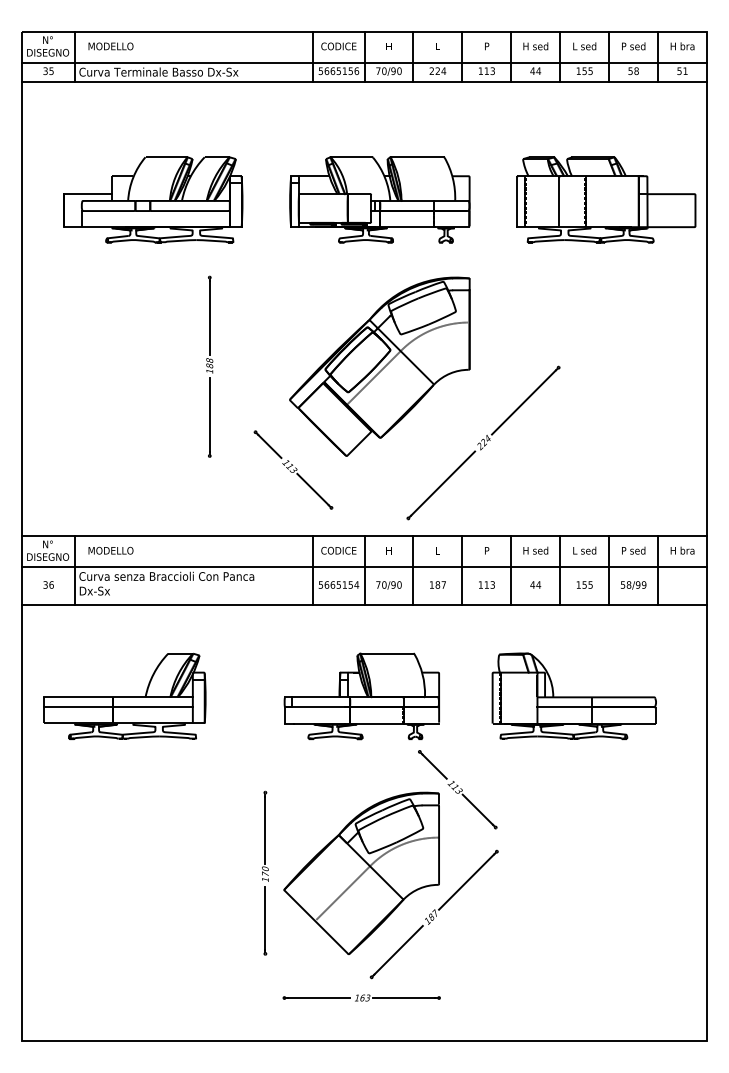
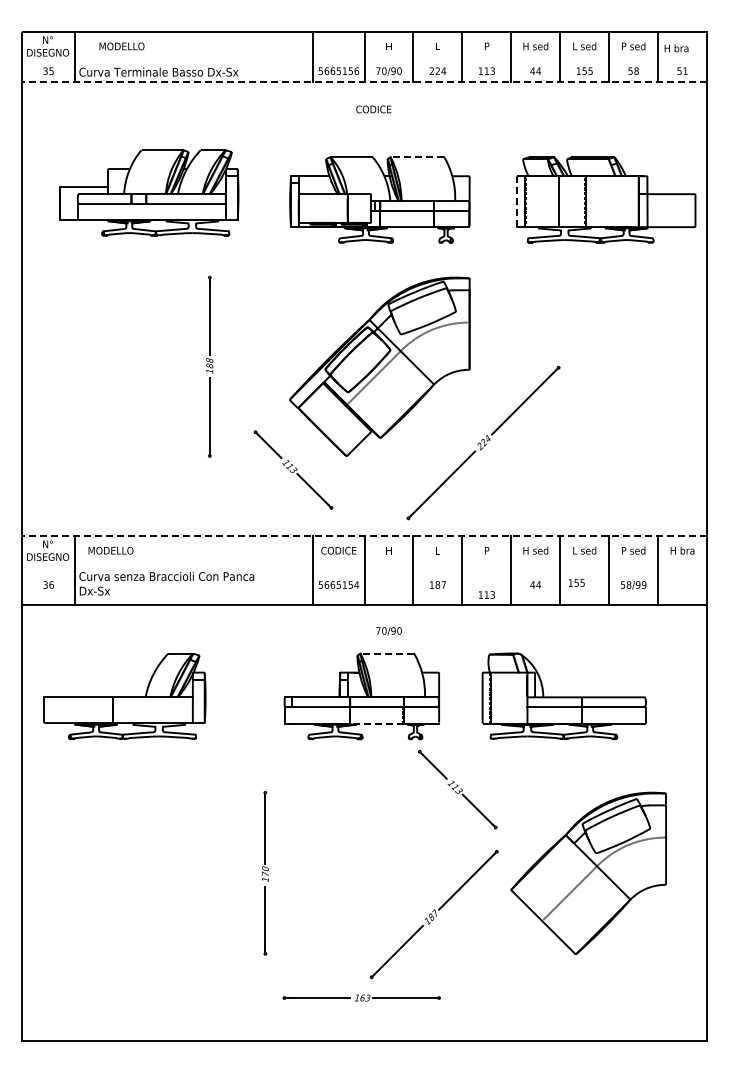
text at (110, 46) position: (110, 46) -> (121, 46)
text at (338, 46) position: (338, 46) -> (373, 109)
text at (682, 46) position: (682, 46) -> (676, 48)
line at (364, 62): present -> none
line at (364, 81): solid -> dashed
line at (417, 157): solid -> dashed
part at (153, 199) position: (153, 199) -> (149, 192)
line at (517, 202): solid -> dashed
line at (364, 536): solid -> dashed
line at (364, 566): present -> none
text at (486, 584) position: (486, 584) -> (486, 594)
text at (584, 584) position: (584, 584) -> (576, 582)
text at (388, 585) position: (388, 585) -> (388, 631)
line at (387, 653): solid -> dashed
part at (573, 695) position: (573, 695) -> (563, 695)
line at (118, 707): present -> none
line at (376, 723): solid -> dashed
part at (361, 872) position: (361, 872) -> (588, 872)
